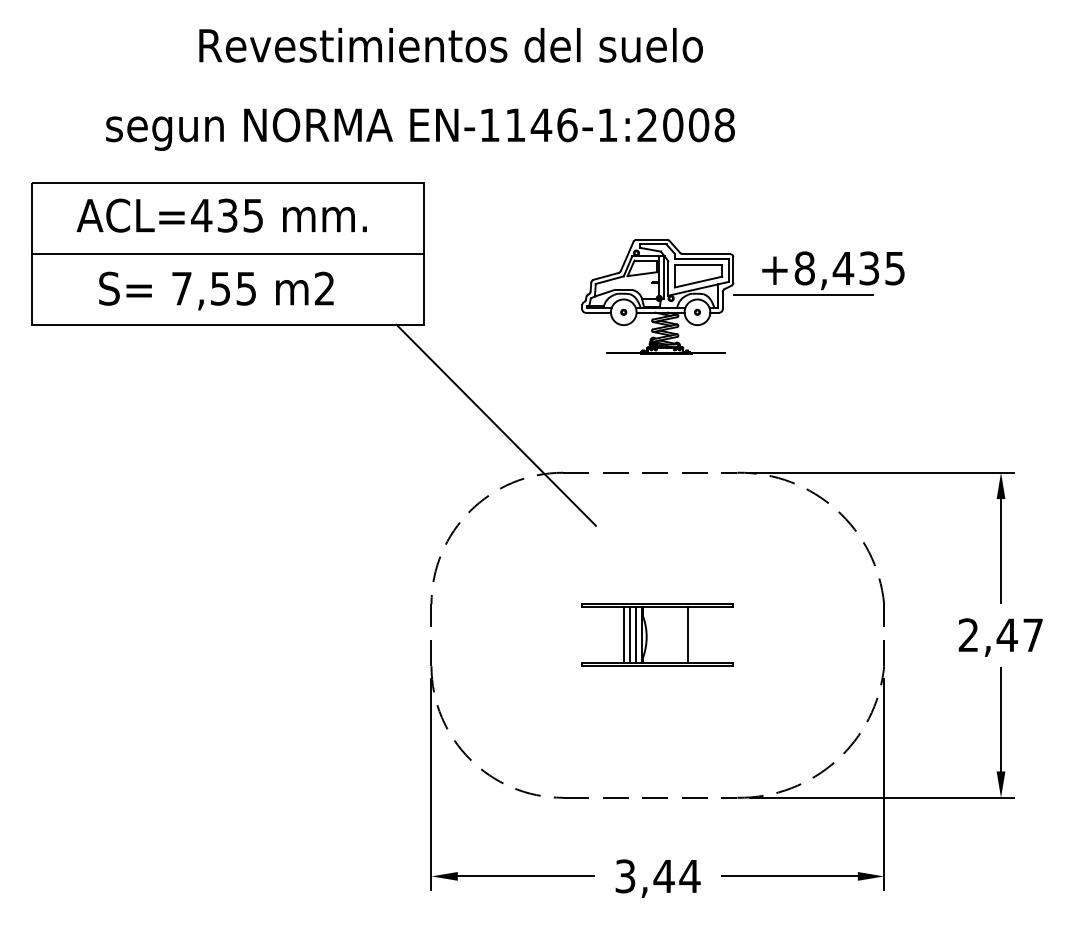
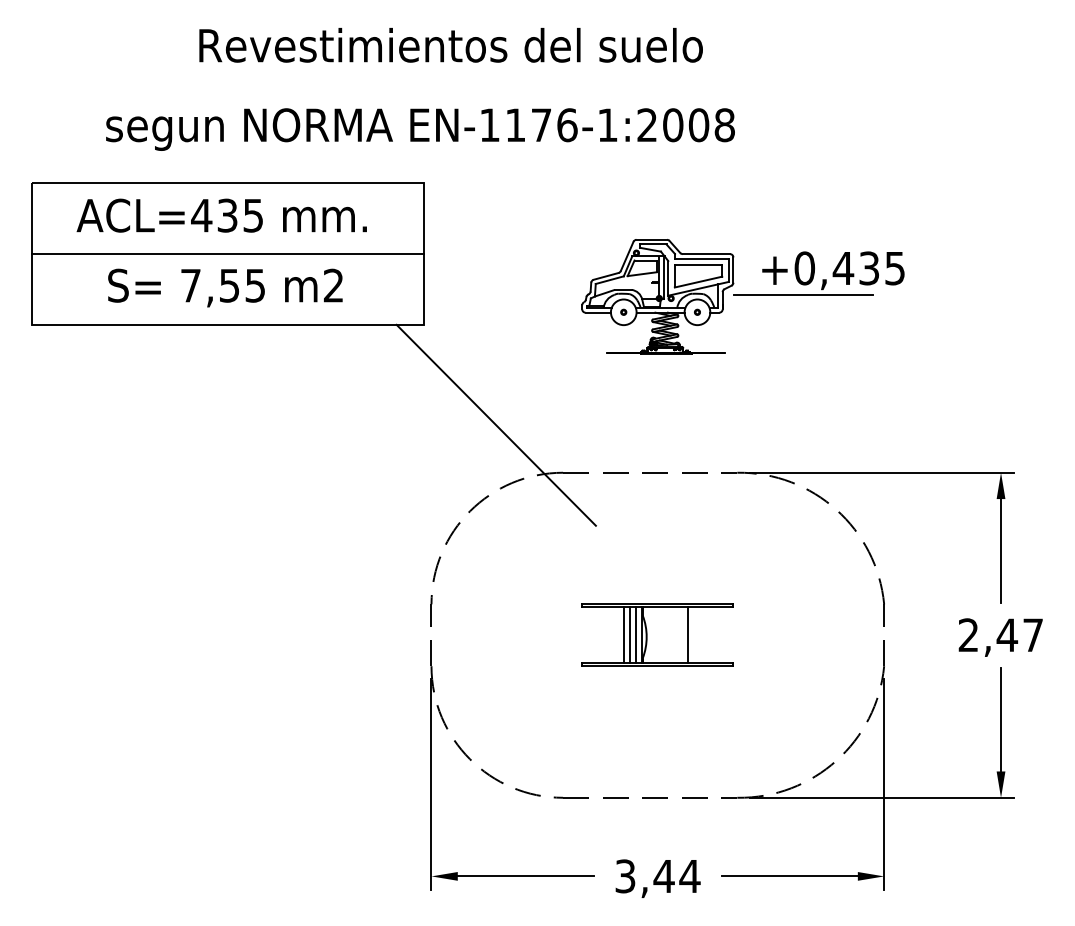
text at (541, 124): EN-1146-1:2008 -> EN-1176-1:2008
text at (804, 268): +8,435 -> +0,435
text at (216, 290) position: (216, 290) -> (225, 287)
